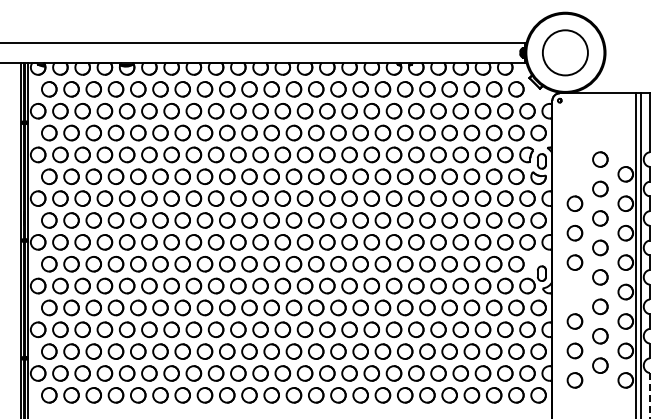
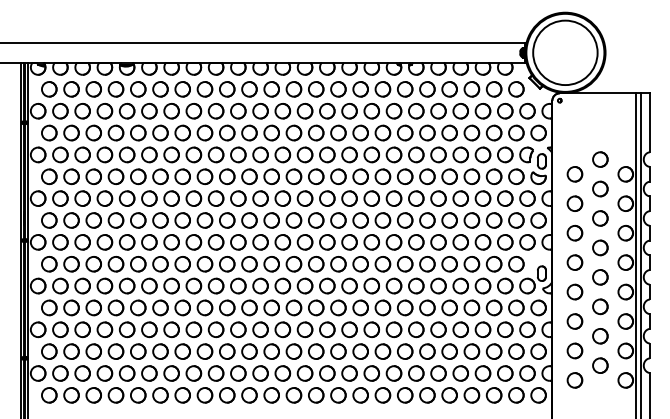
circle at (564, 52) diameter: 45 px -> 64 px
part at (574, 174): none -> present
part at (574, 291): none -> present
line at (649, 395): dashed -> solid
